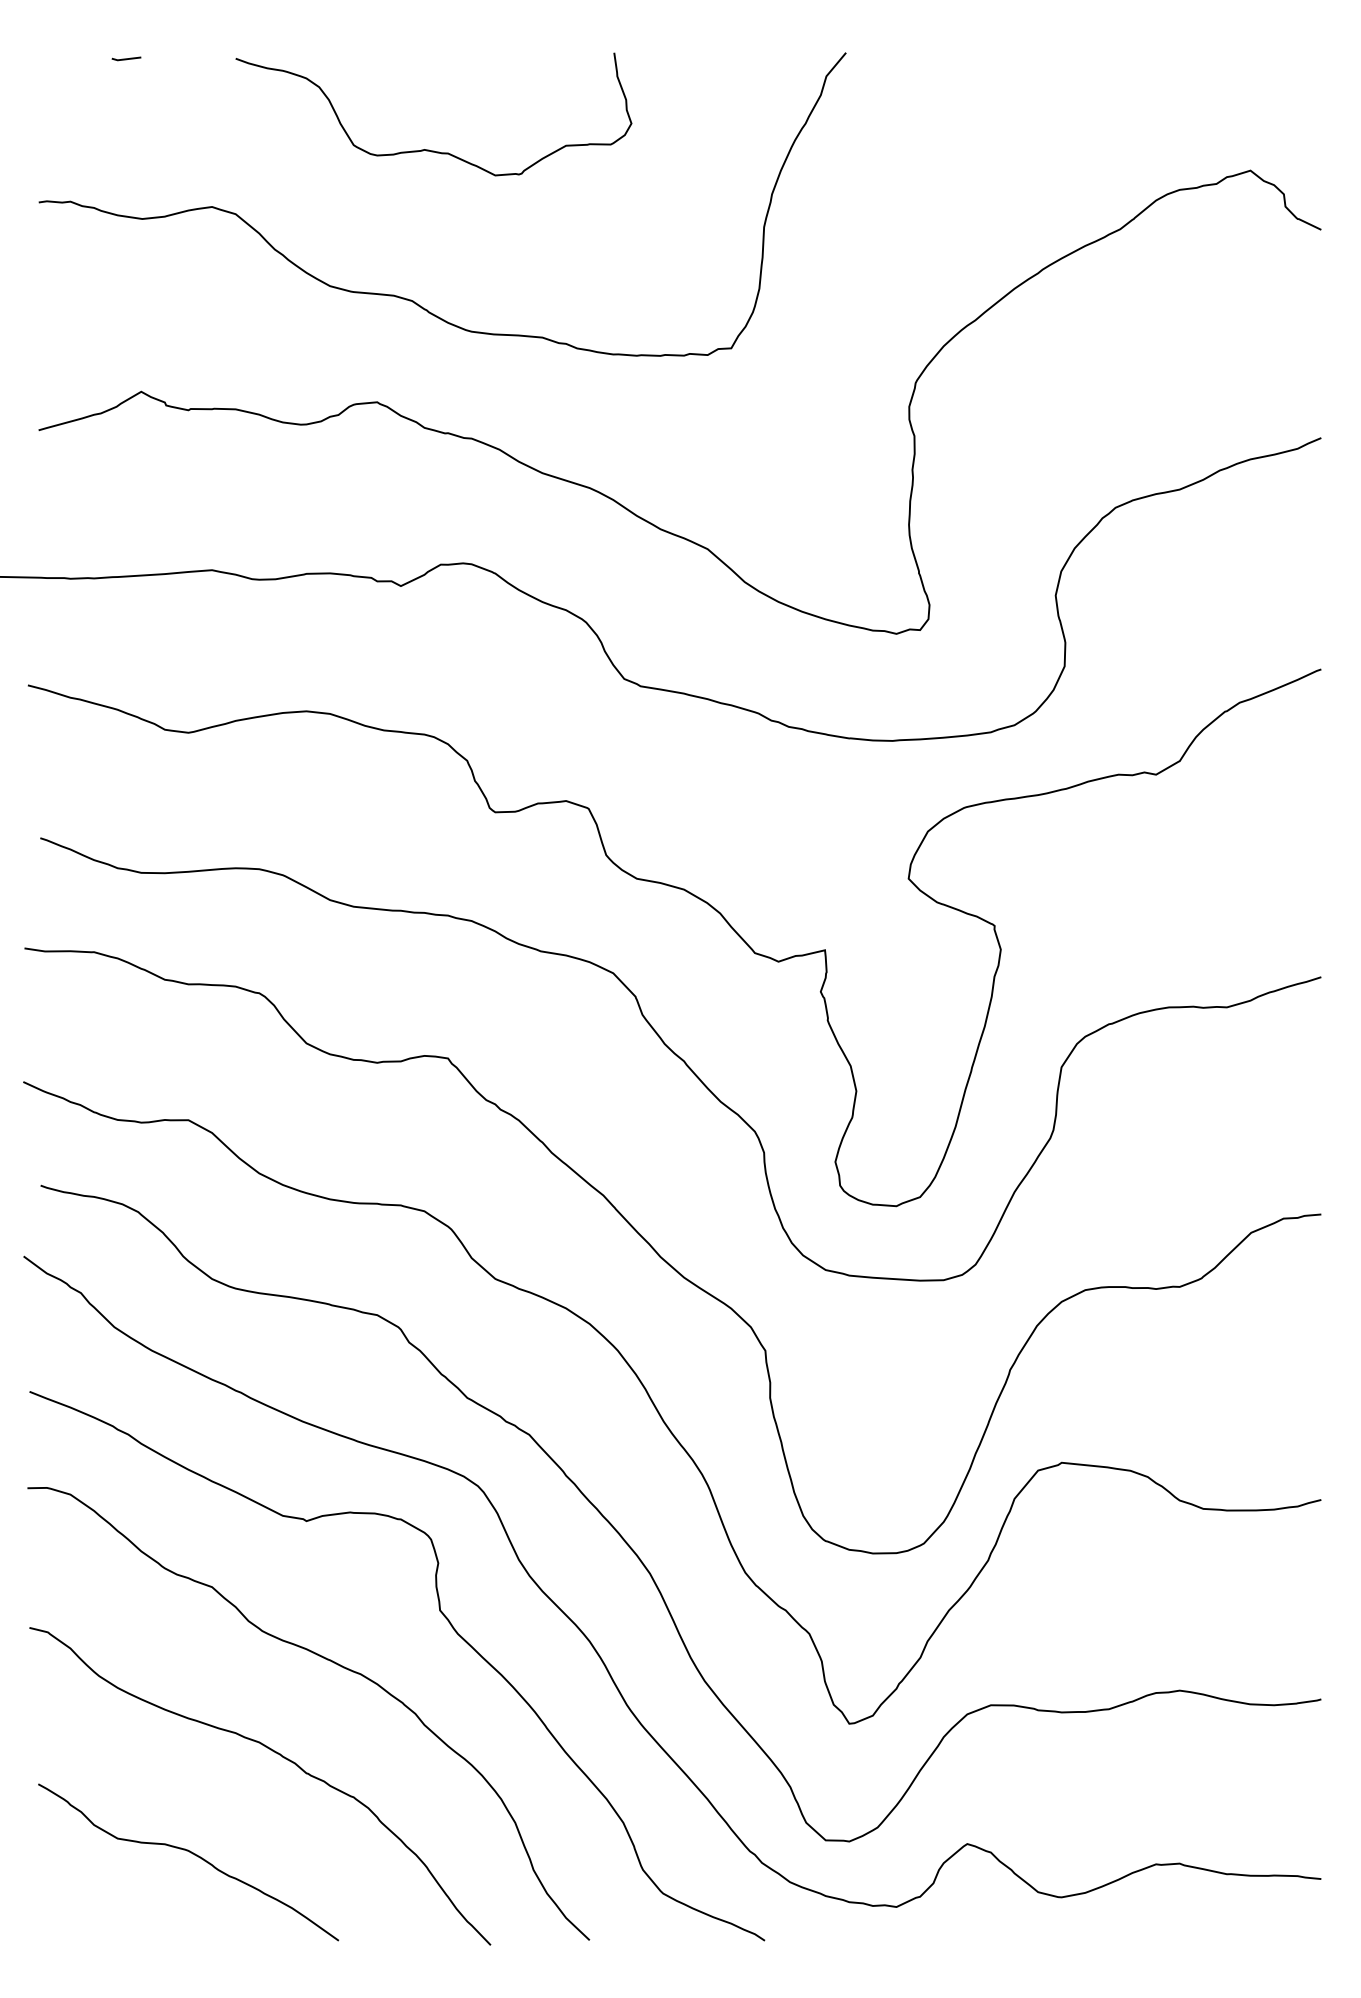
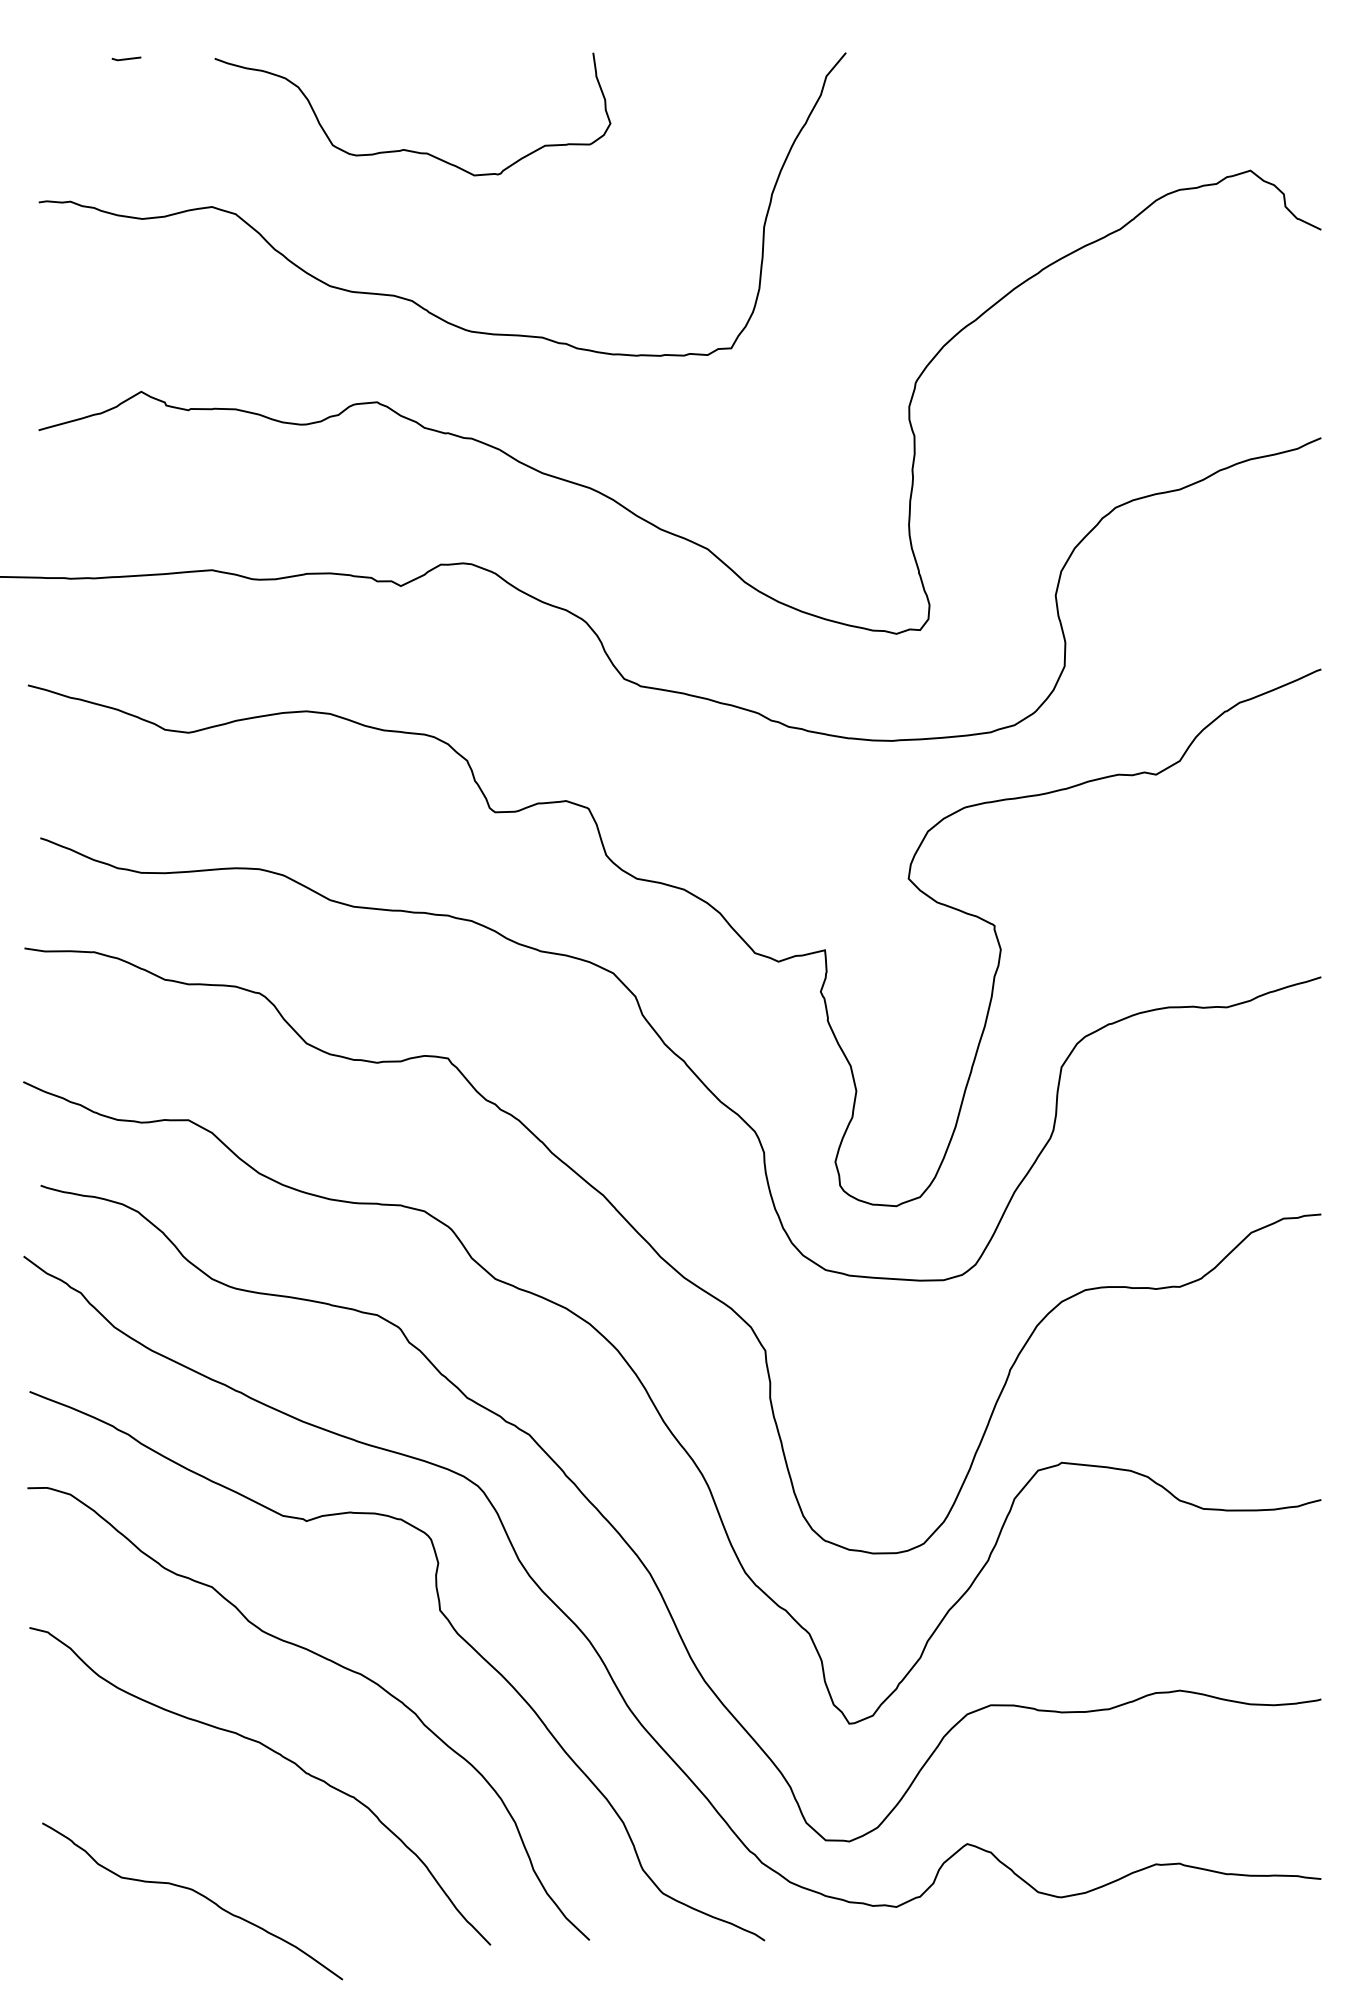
curve at (429, 149) position: (429, 149) -> (408, 149)
curve at (192, 1854) position: (192, 1854) -> (196, 1893)
